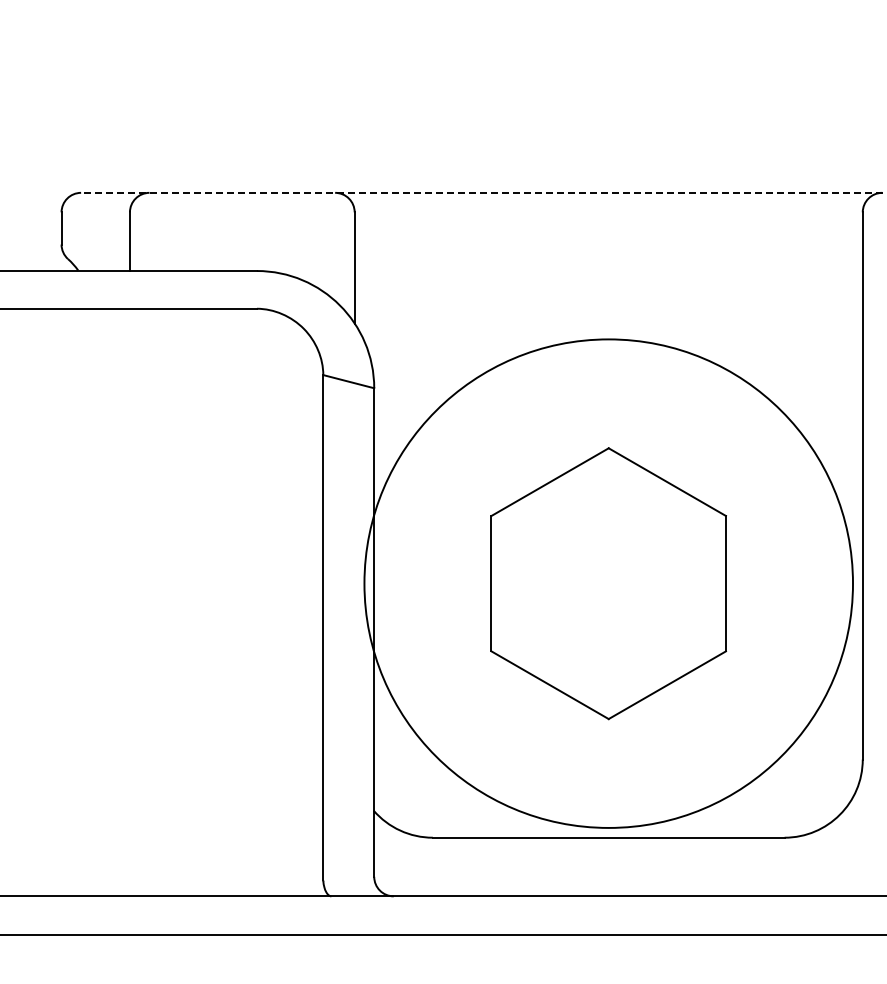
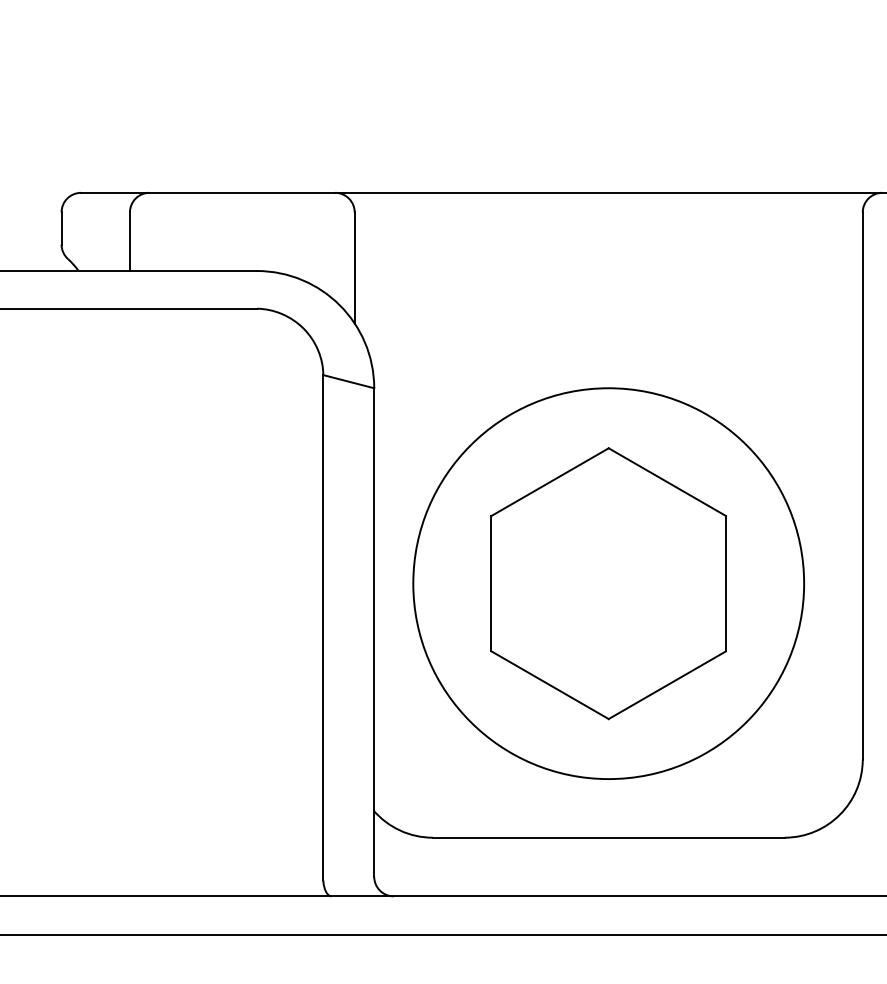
line at (483, 192): dashed -> solid
circle at (608, 583) diameter: 489 px -> 391 px
